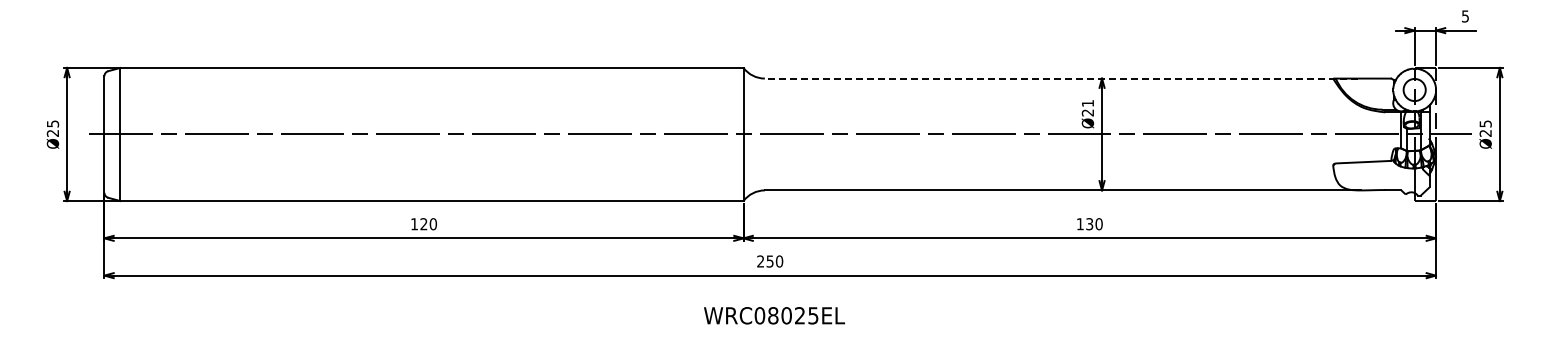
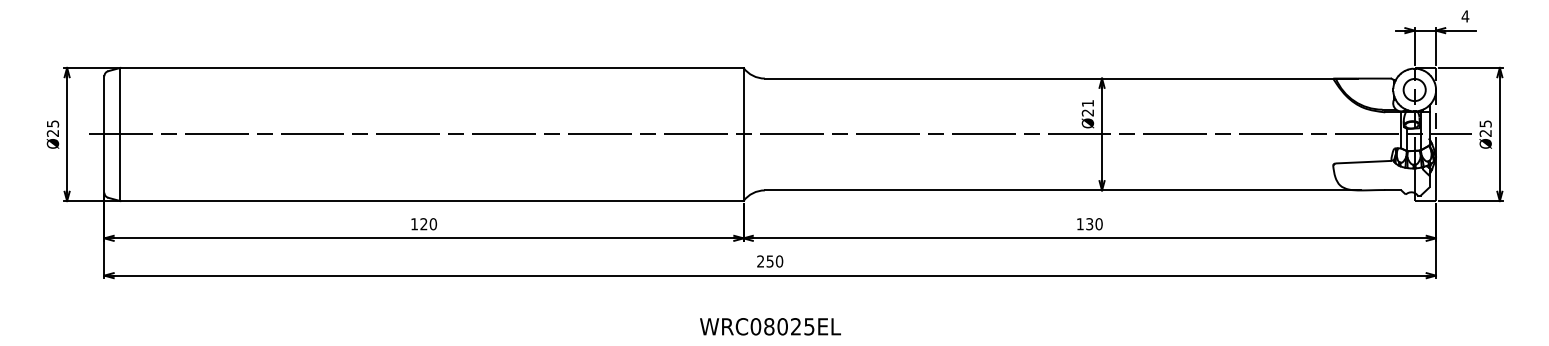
text at (1465, 16): 5 -> 4
line at (1060, 78): dashed -> solid
text at (774, 315) position: (774, 315) -> (770, 326)
